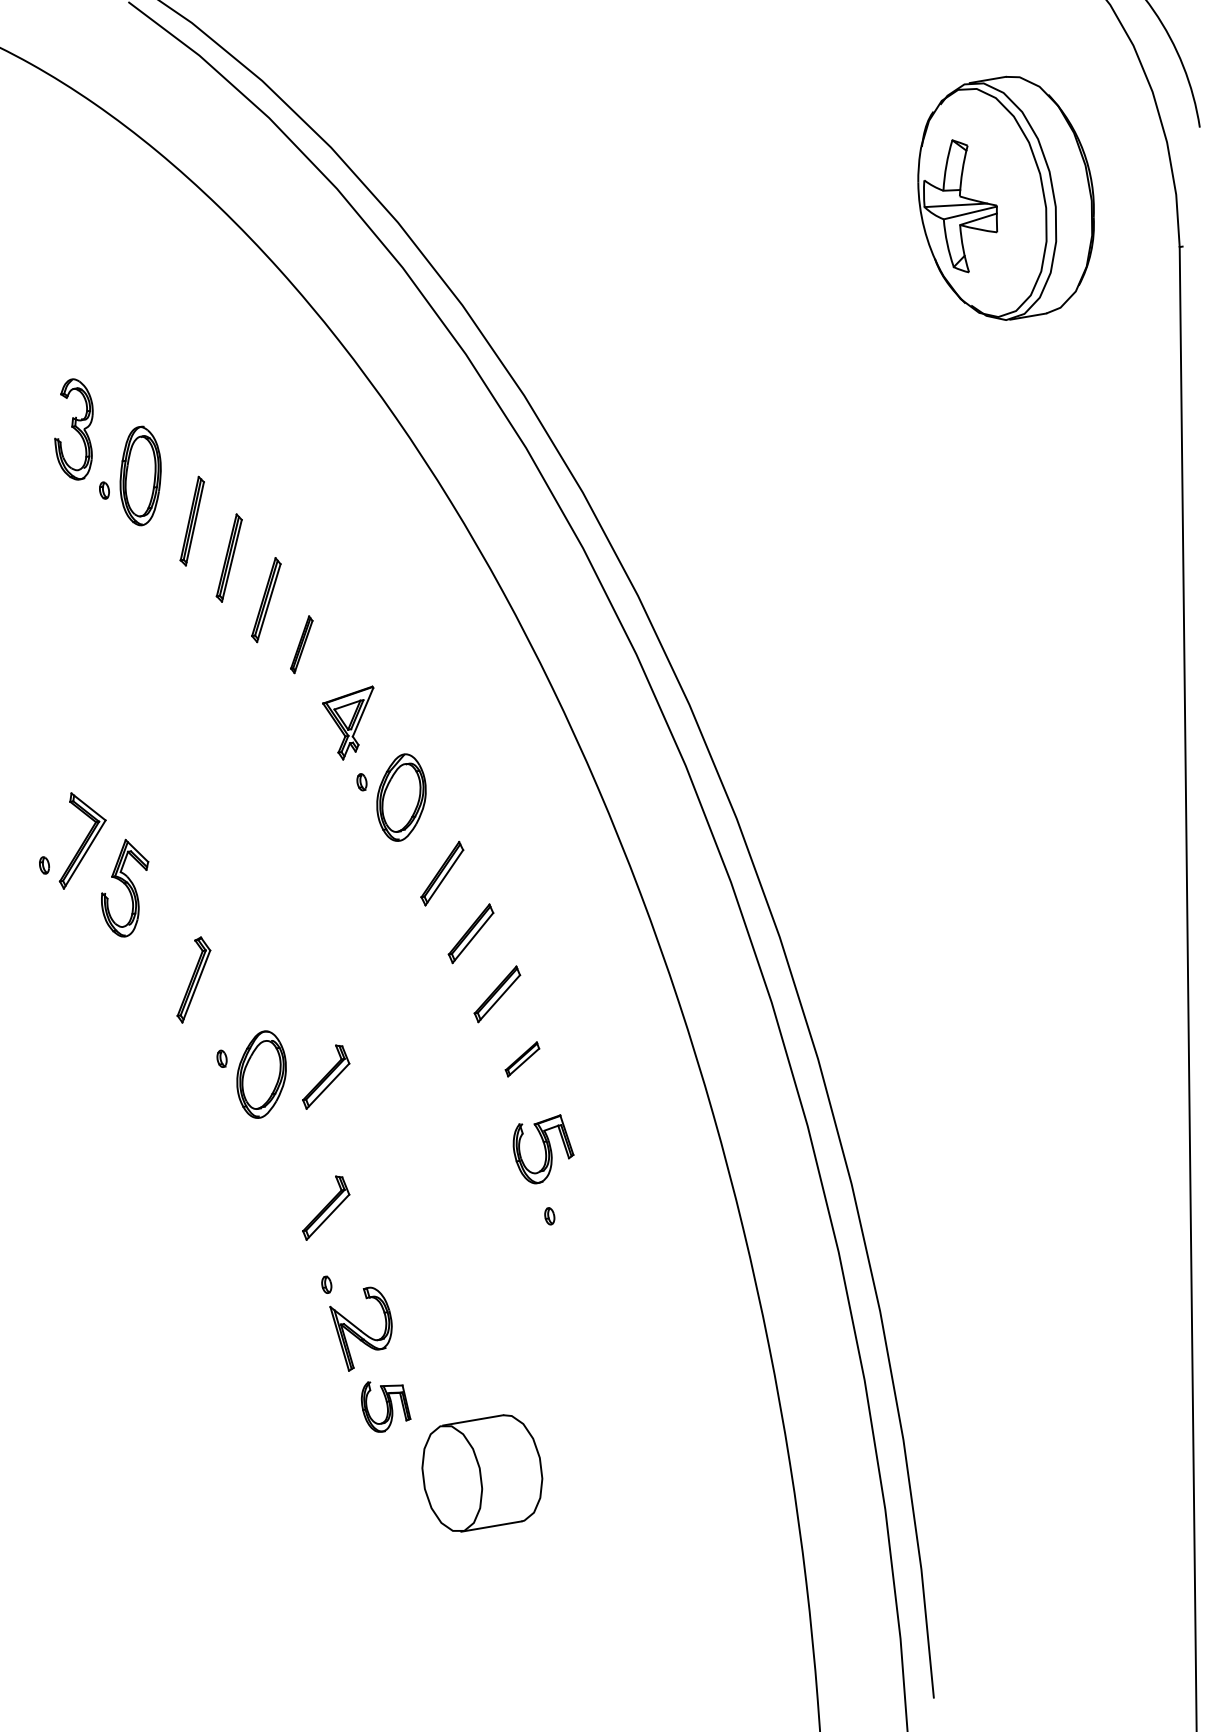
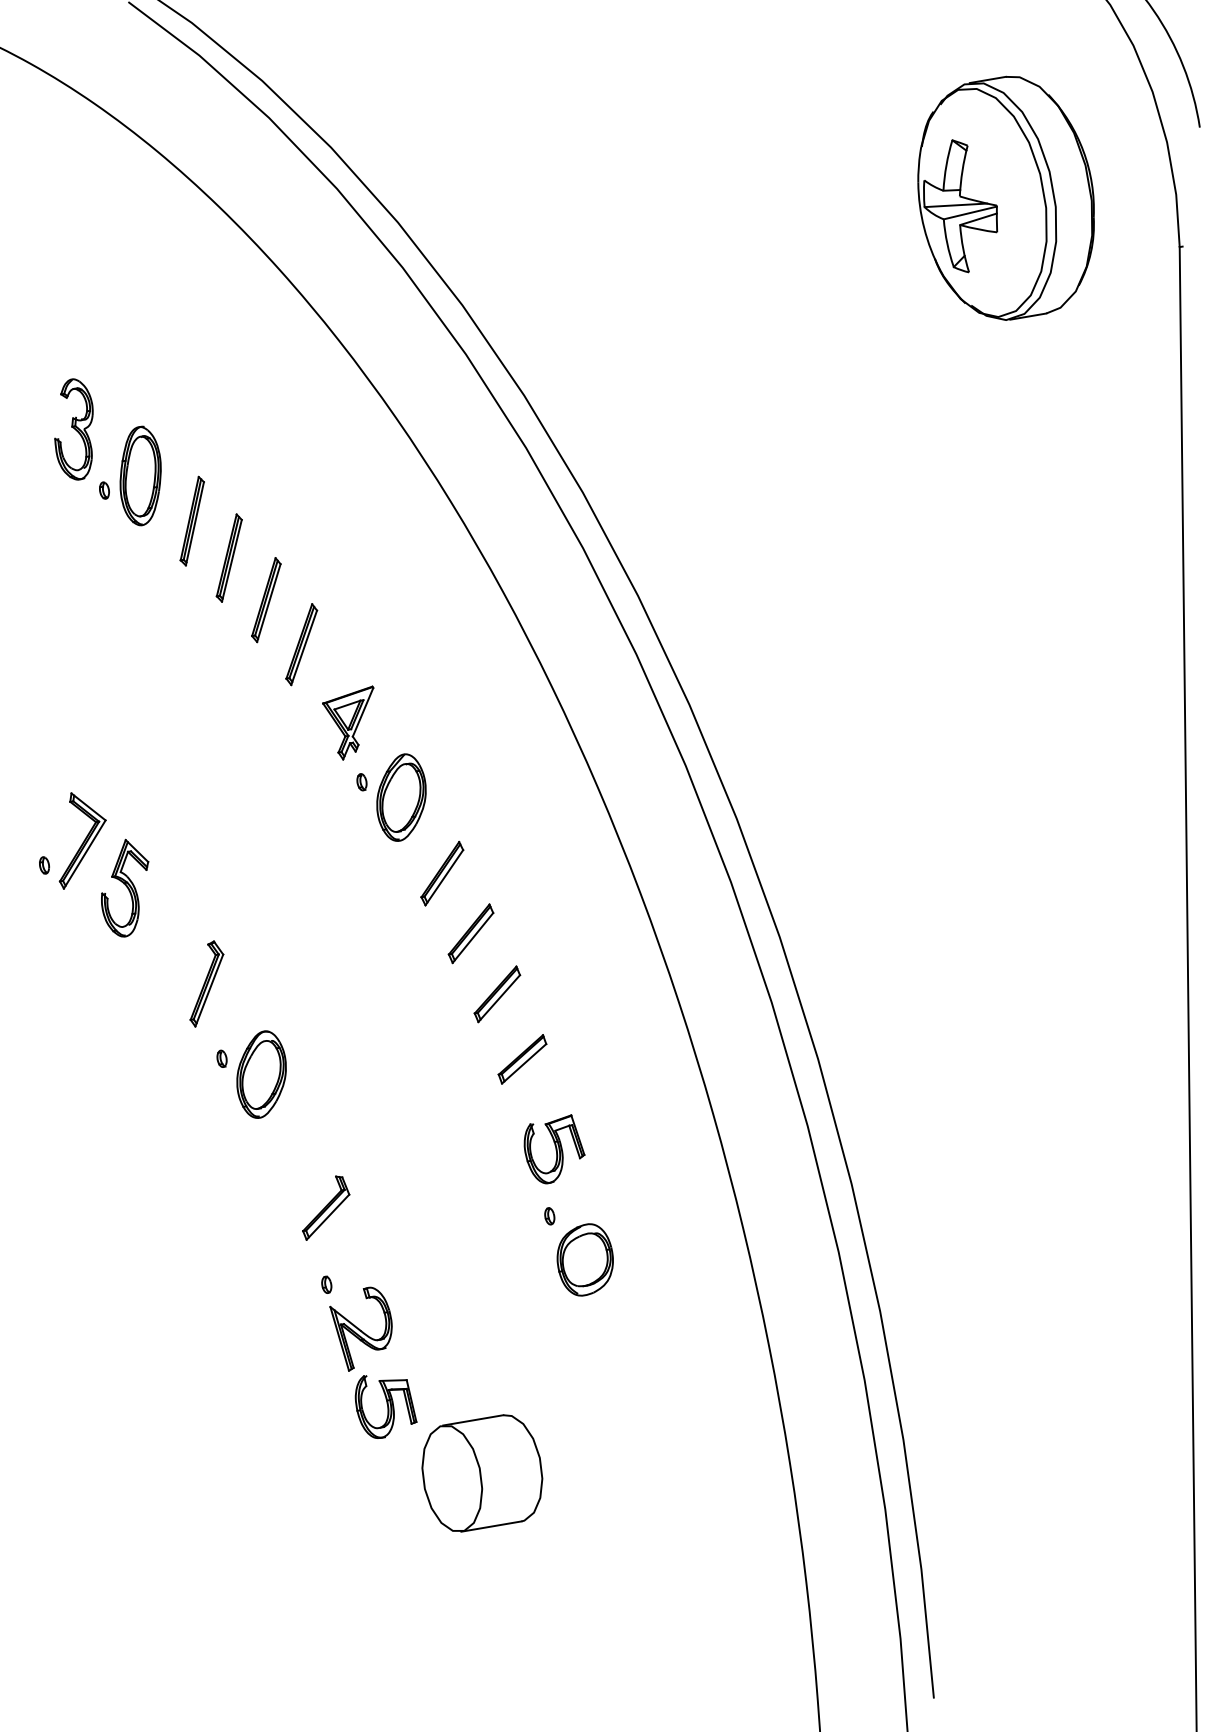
part at (301, 644) size: 24x60 px -> 34x84 px
part at (193, 979) position: (193, 979) -> (206, 983)
part at (522, 1059) size: 37x37 px -> 51x51 px
part at (326, 1076): present -> none
part at (543, 1149) position: (543, 1149) -> (554, 1149)
part at (584, 1259): none -> present
part at (385, 1406) size: 52x52 px -> 64x64 px
